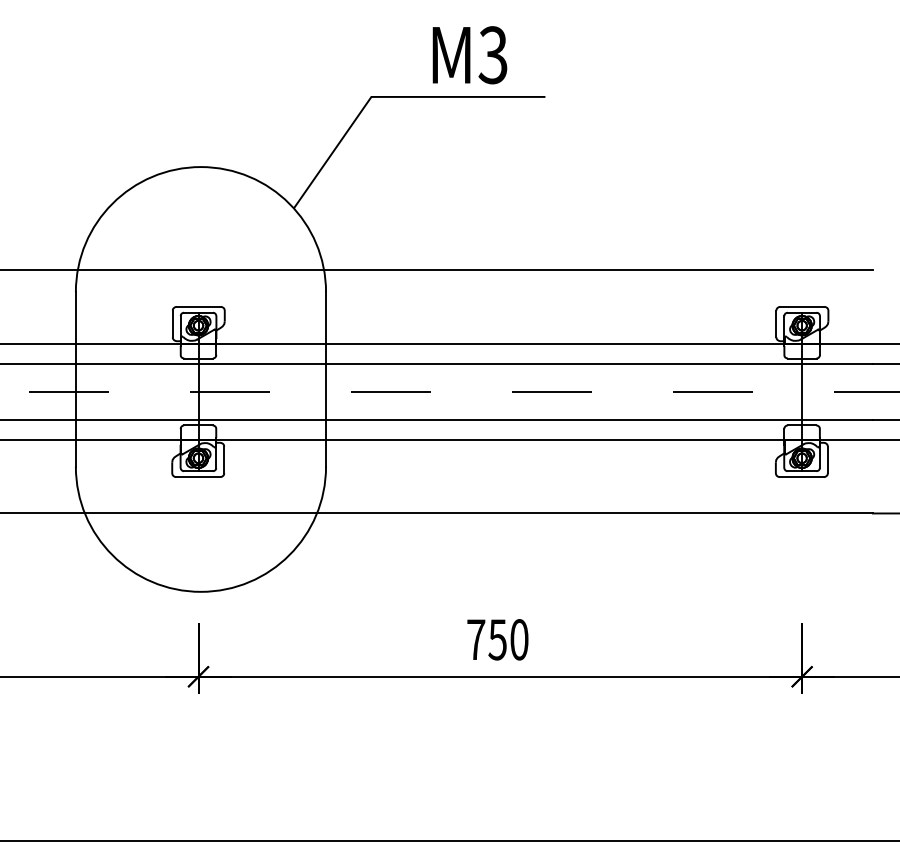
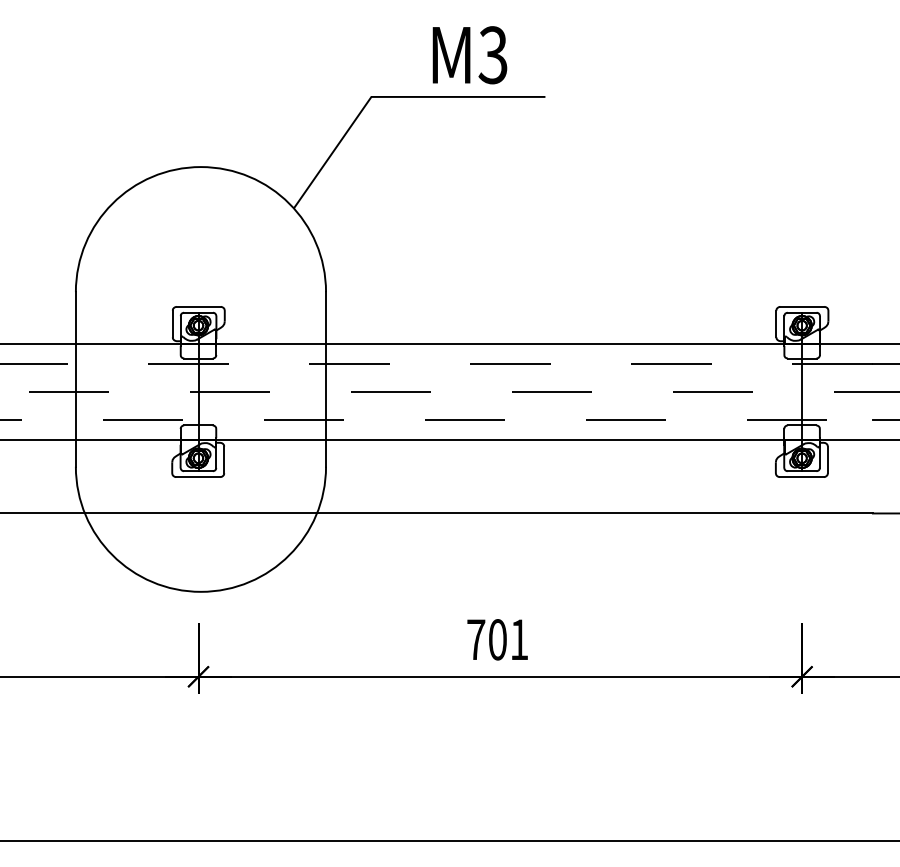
line at (437, 270): present -> none
line at (436, 363): solid -> dashed
line at (436, 420): solid -> dashed
text at (508, 639): 750 -> 701
